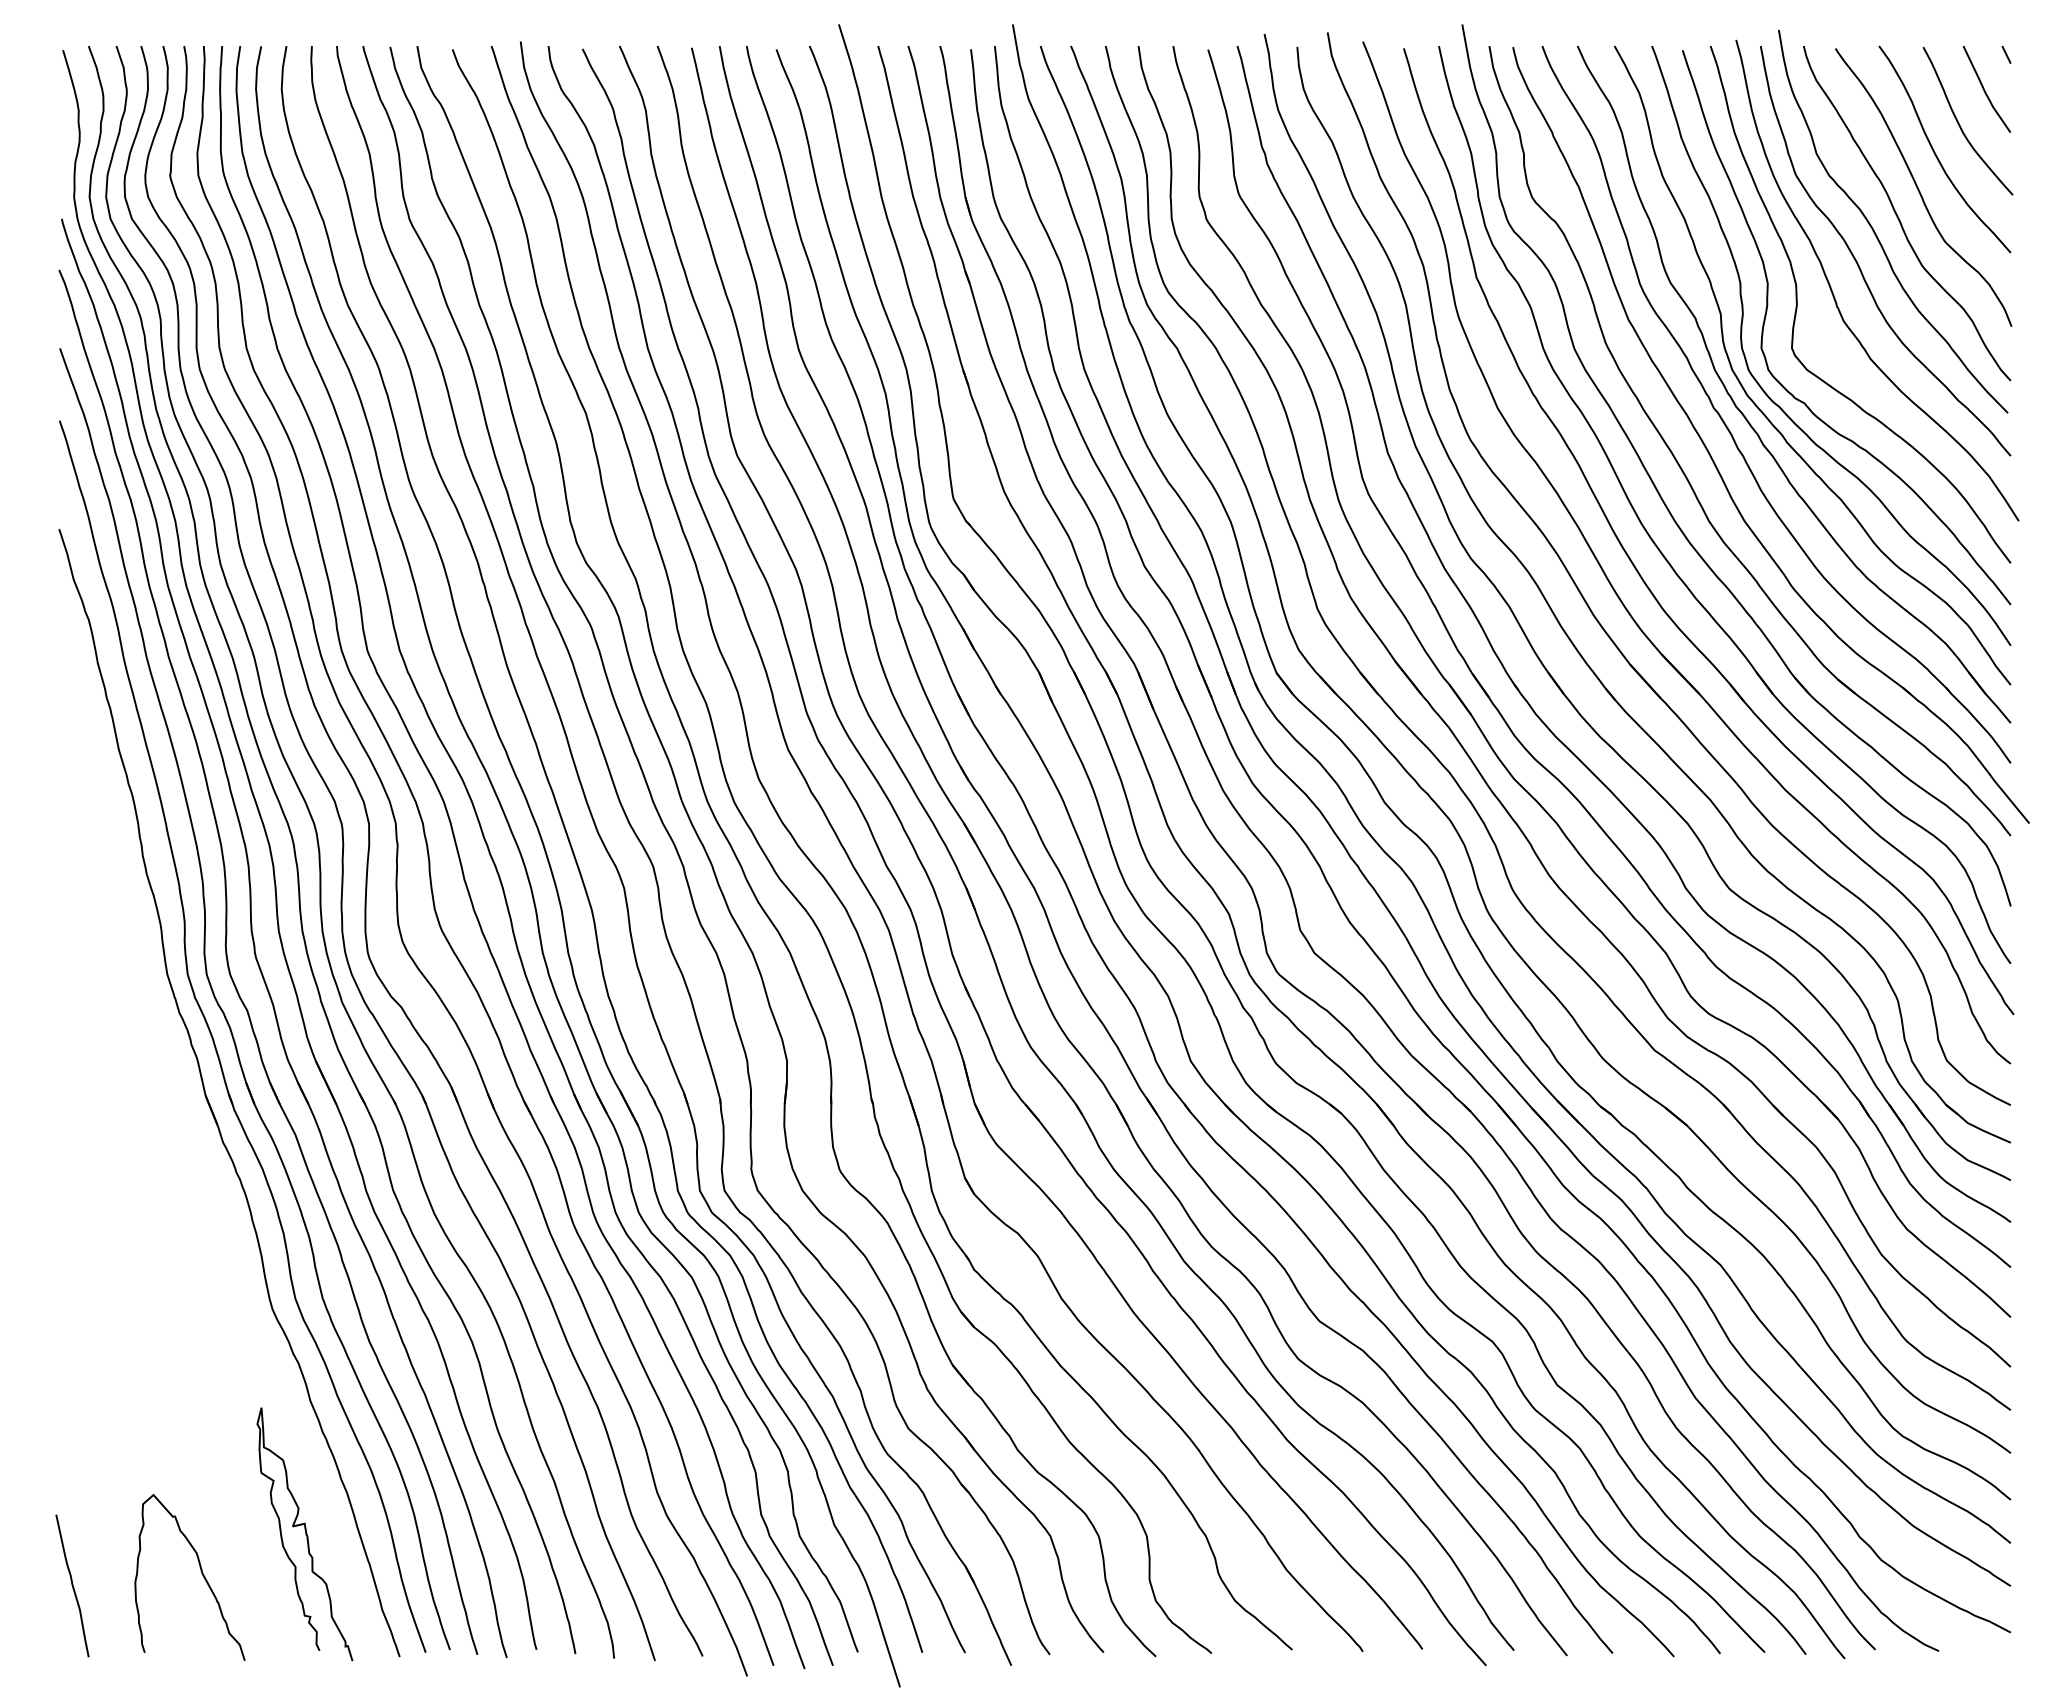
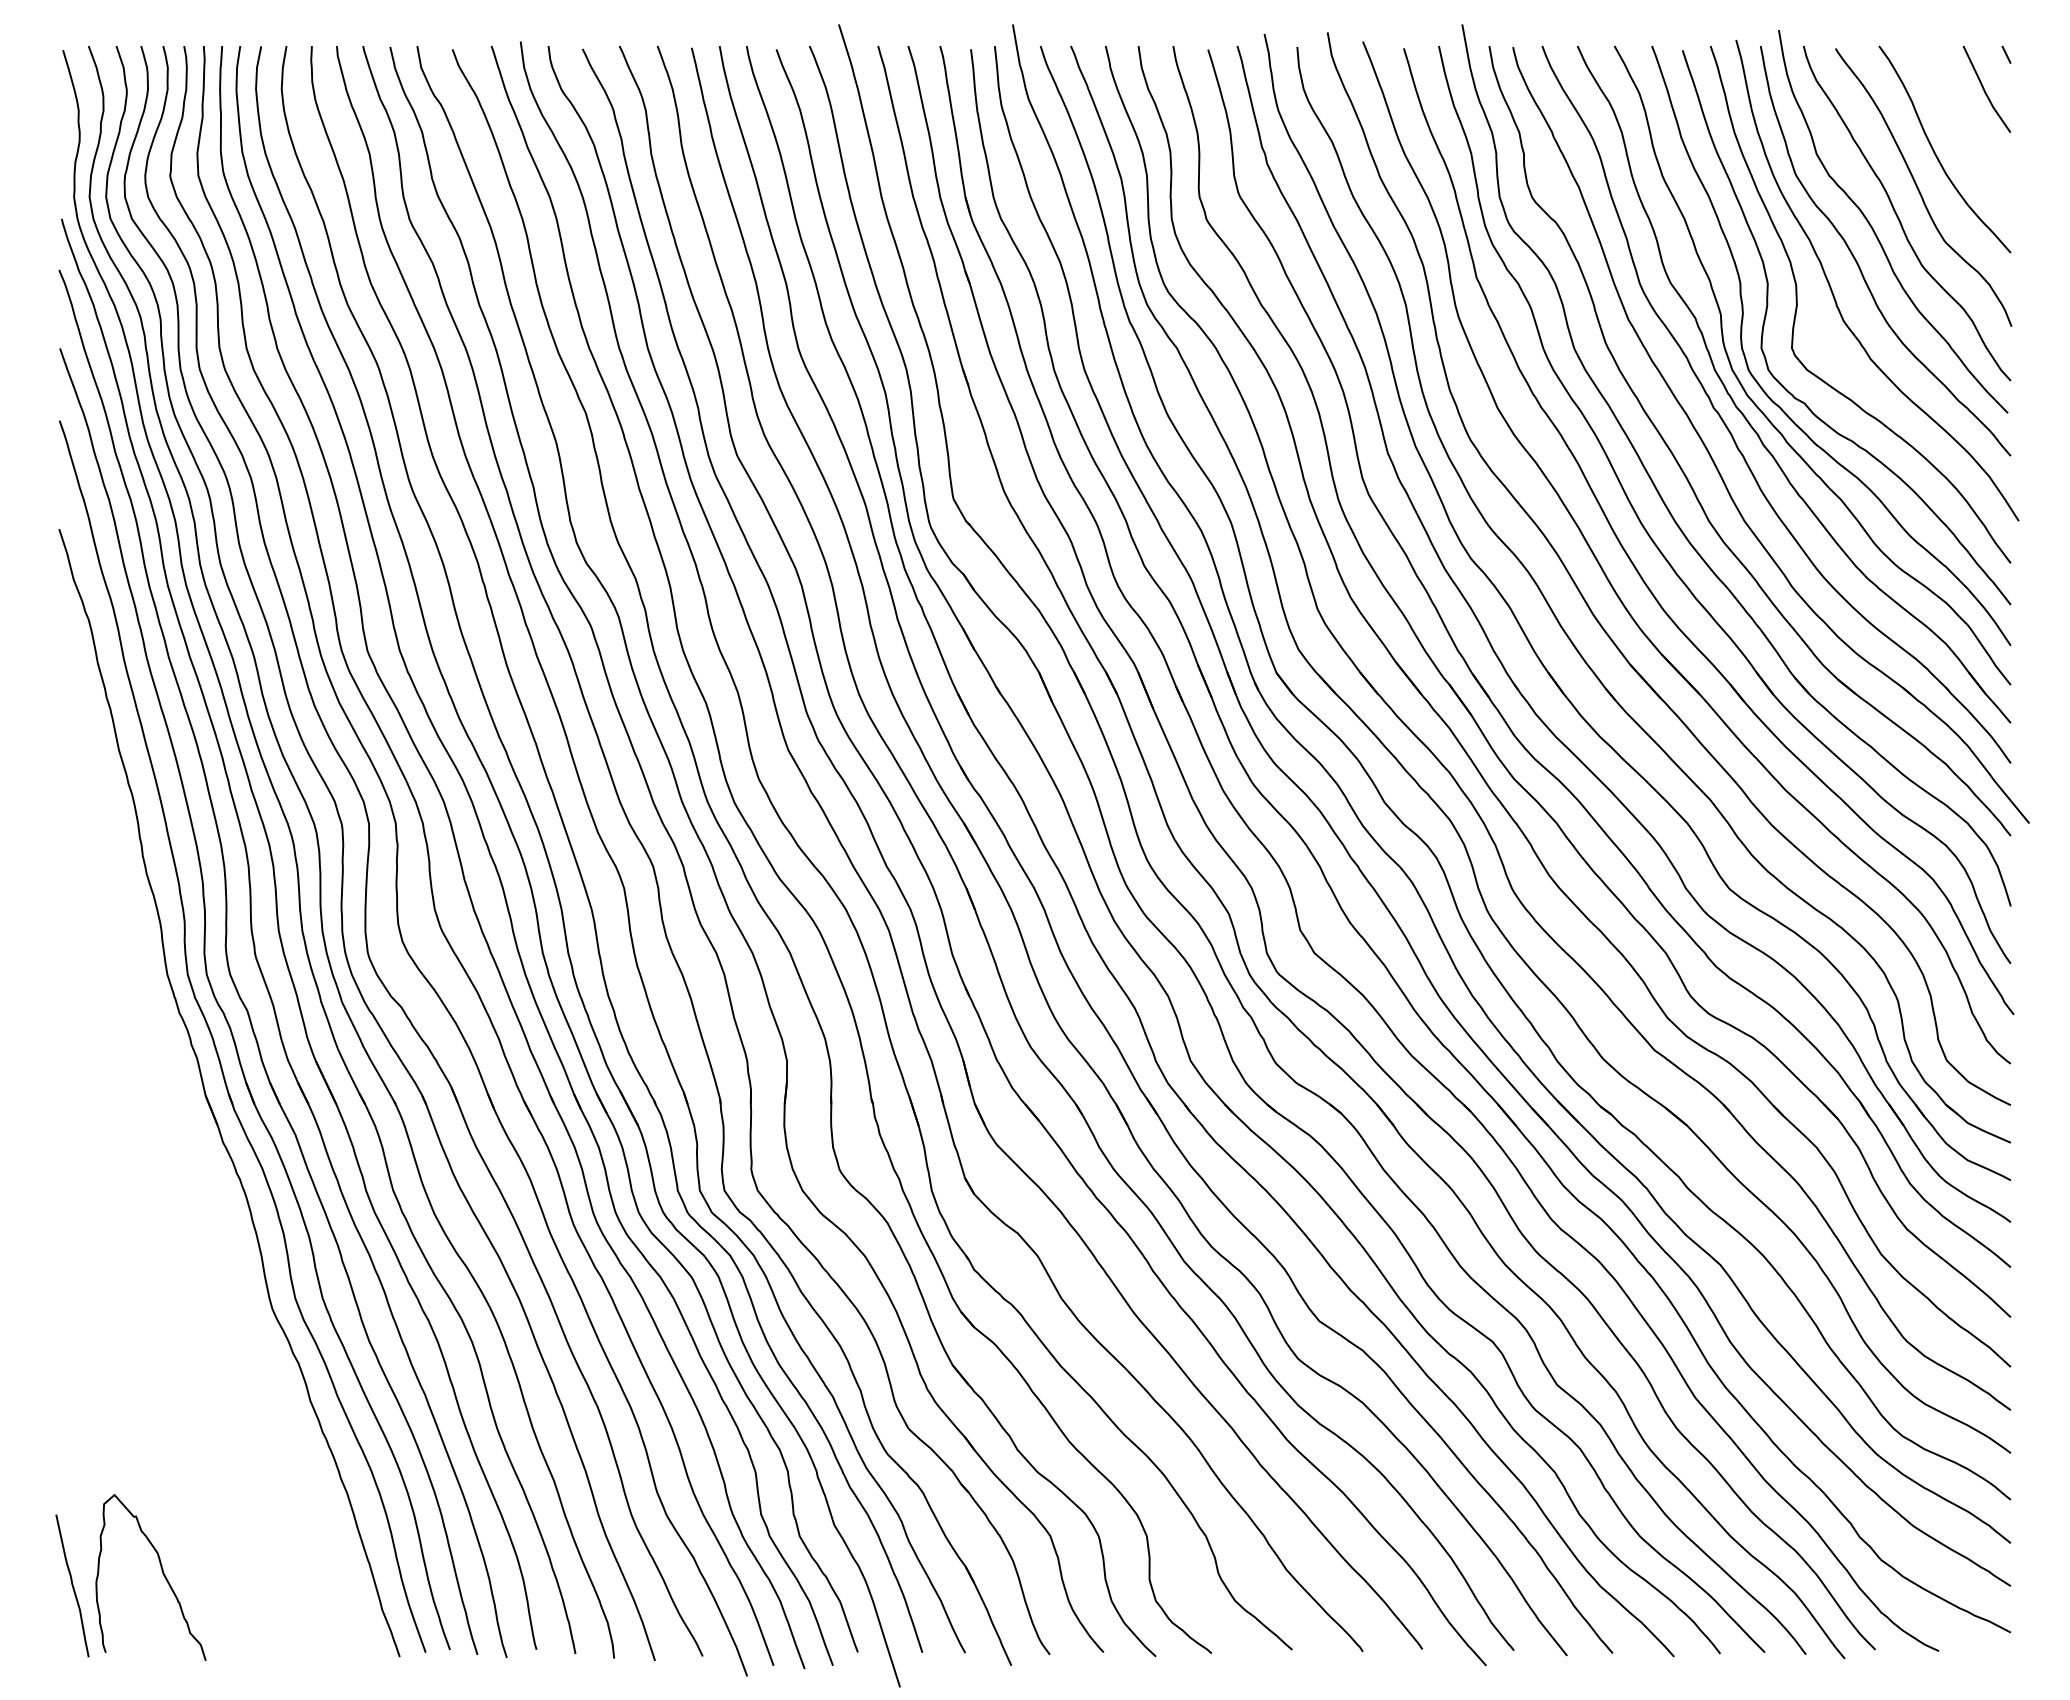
curve at (1960, 125): present -> none
curve at (305, 1534): present -> none
curve at (201, 1574) position: (201, 1574) -> (162, 1574)
